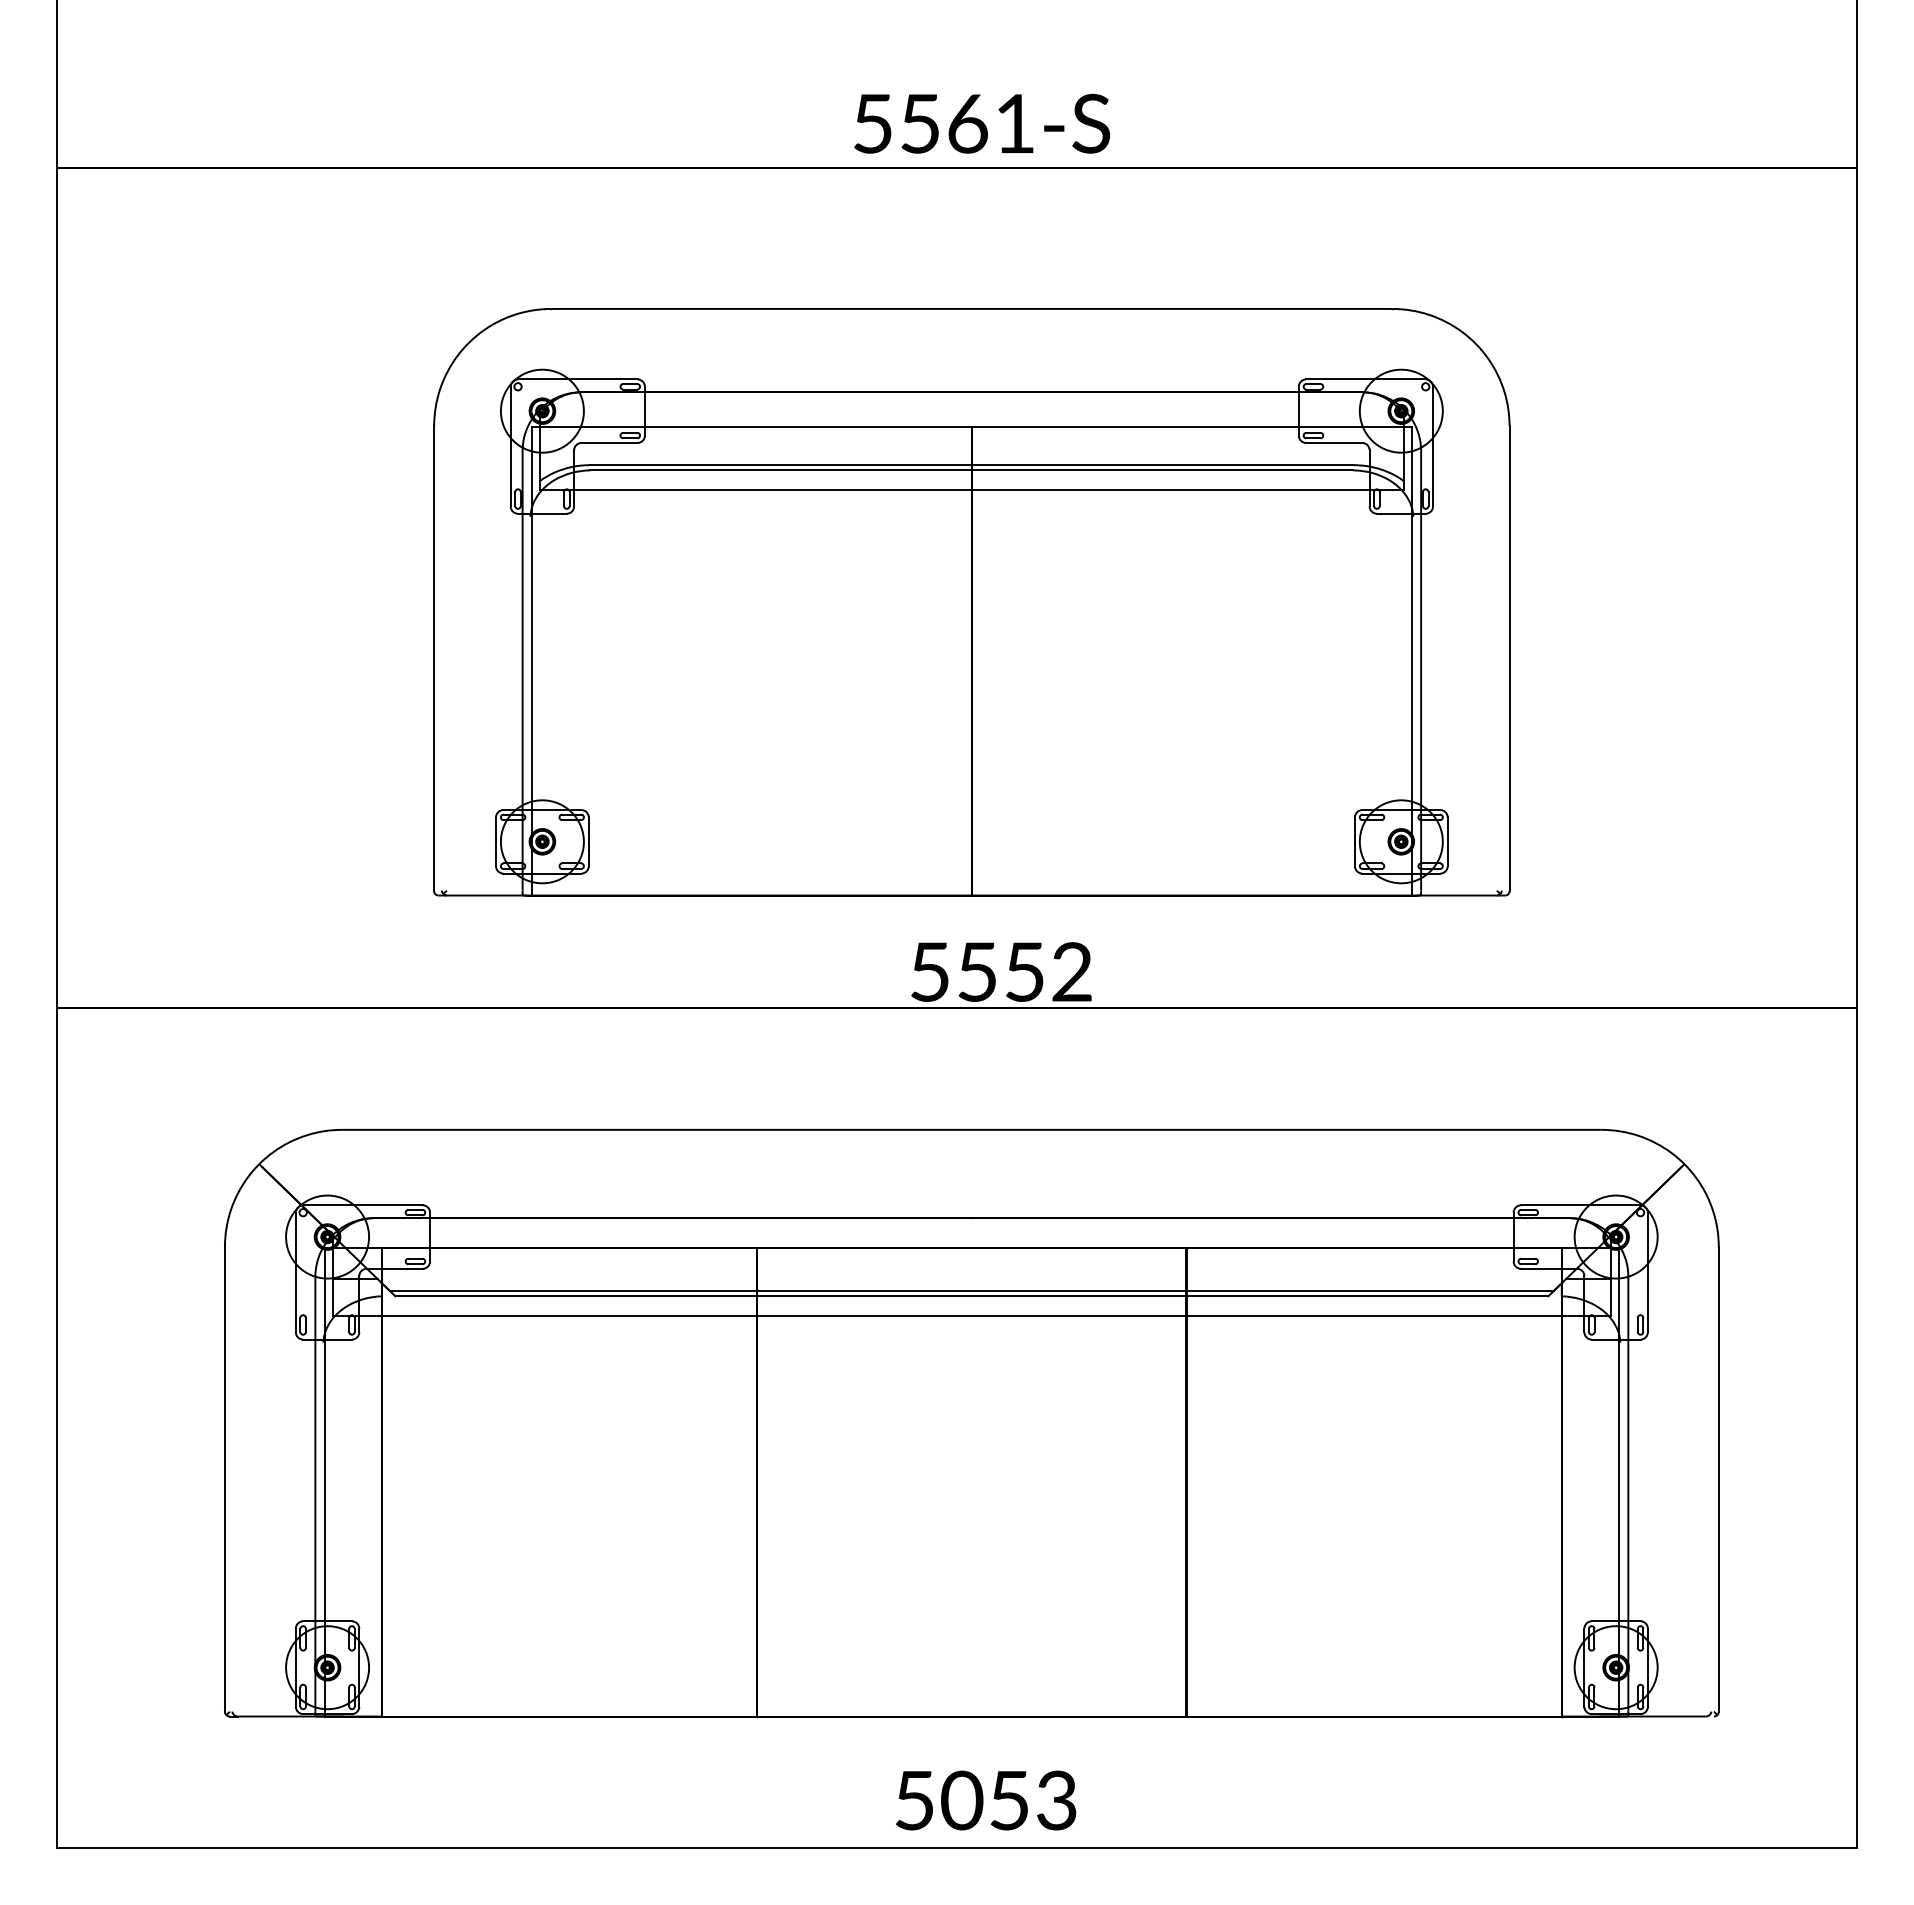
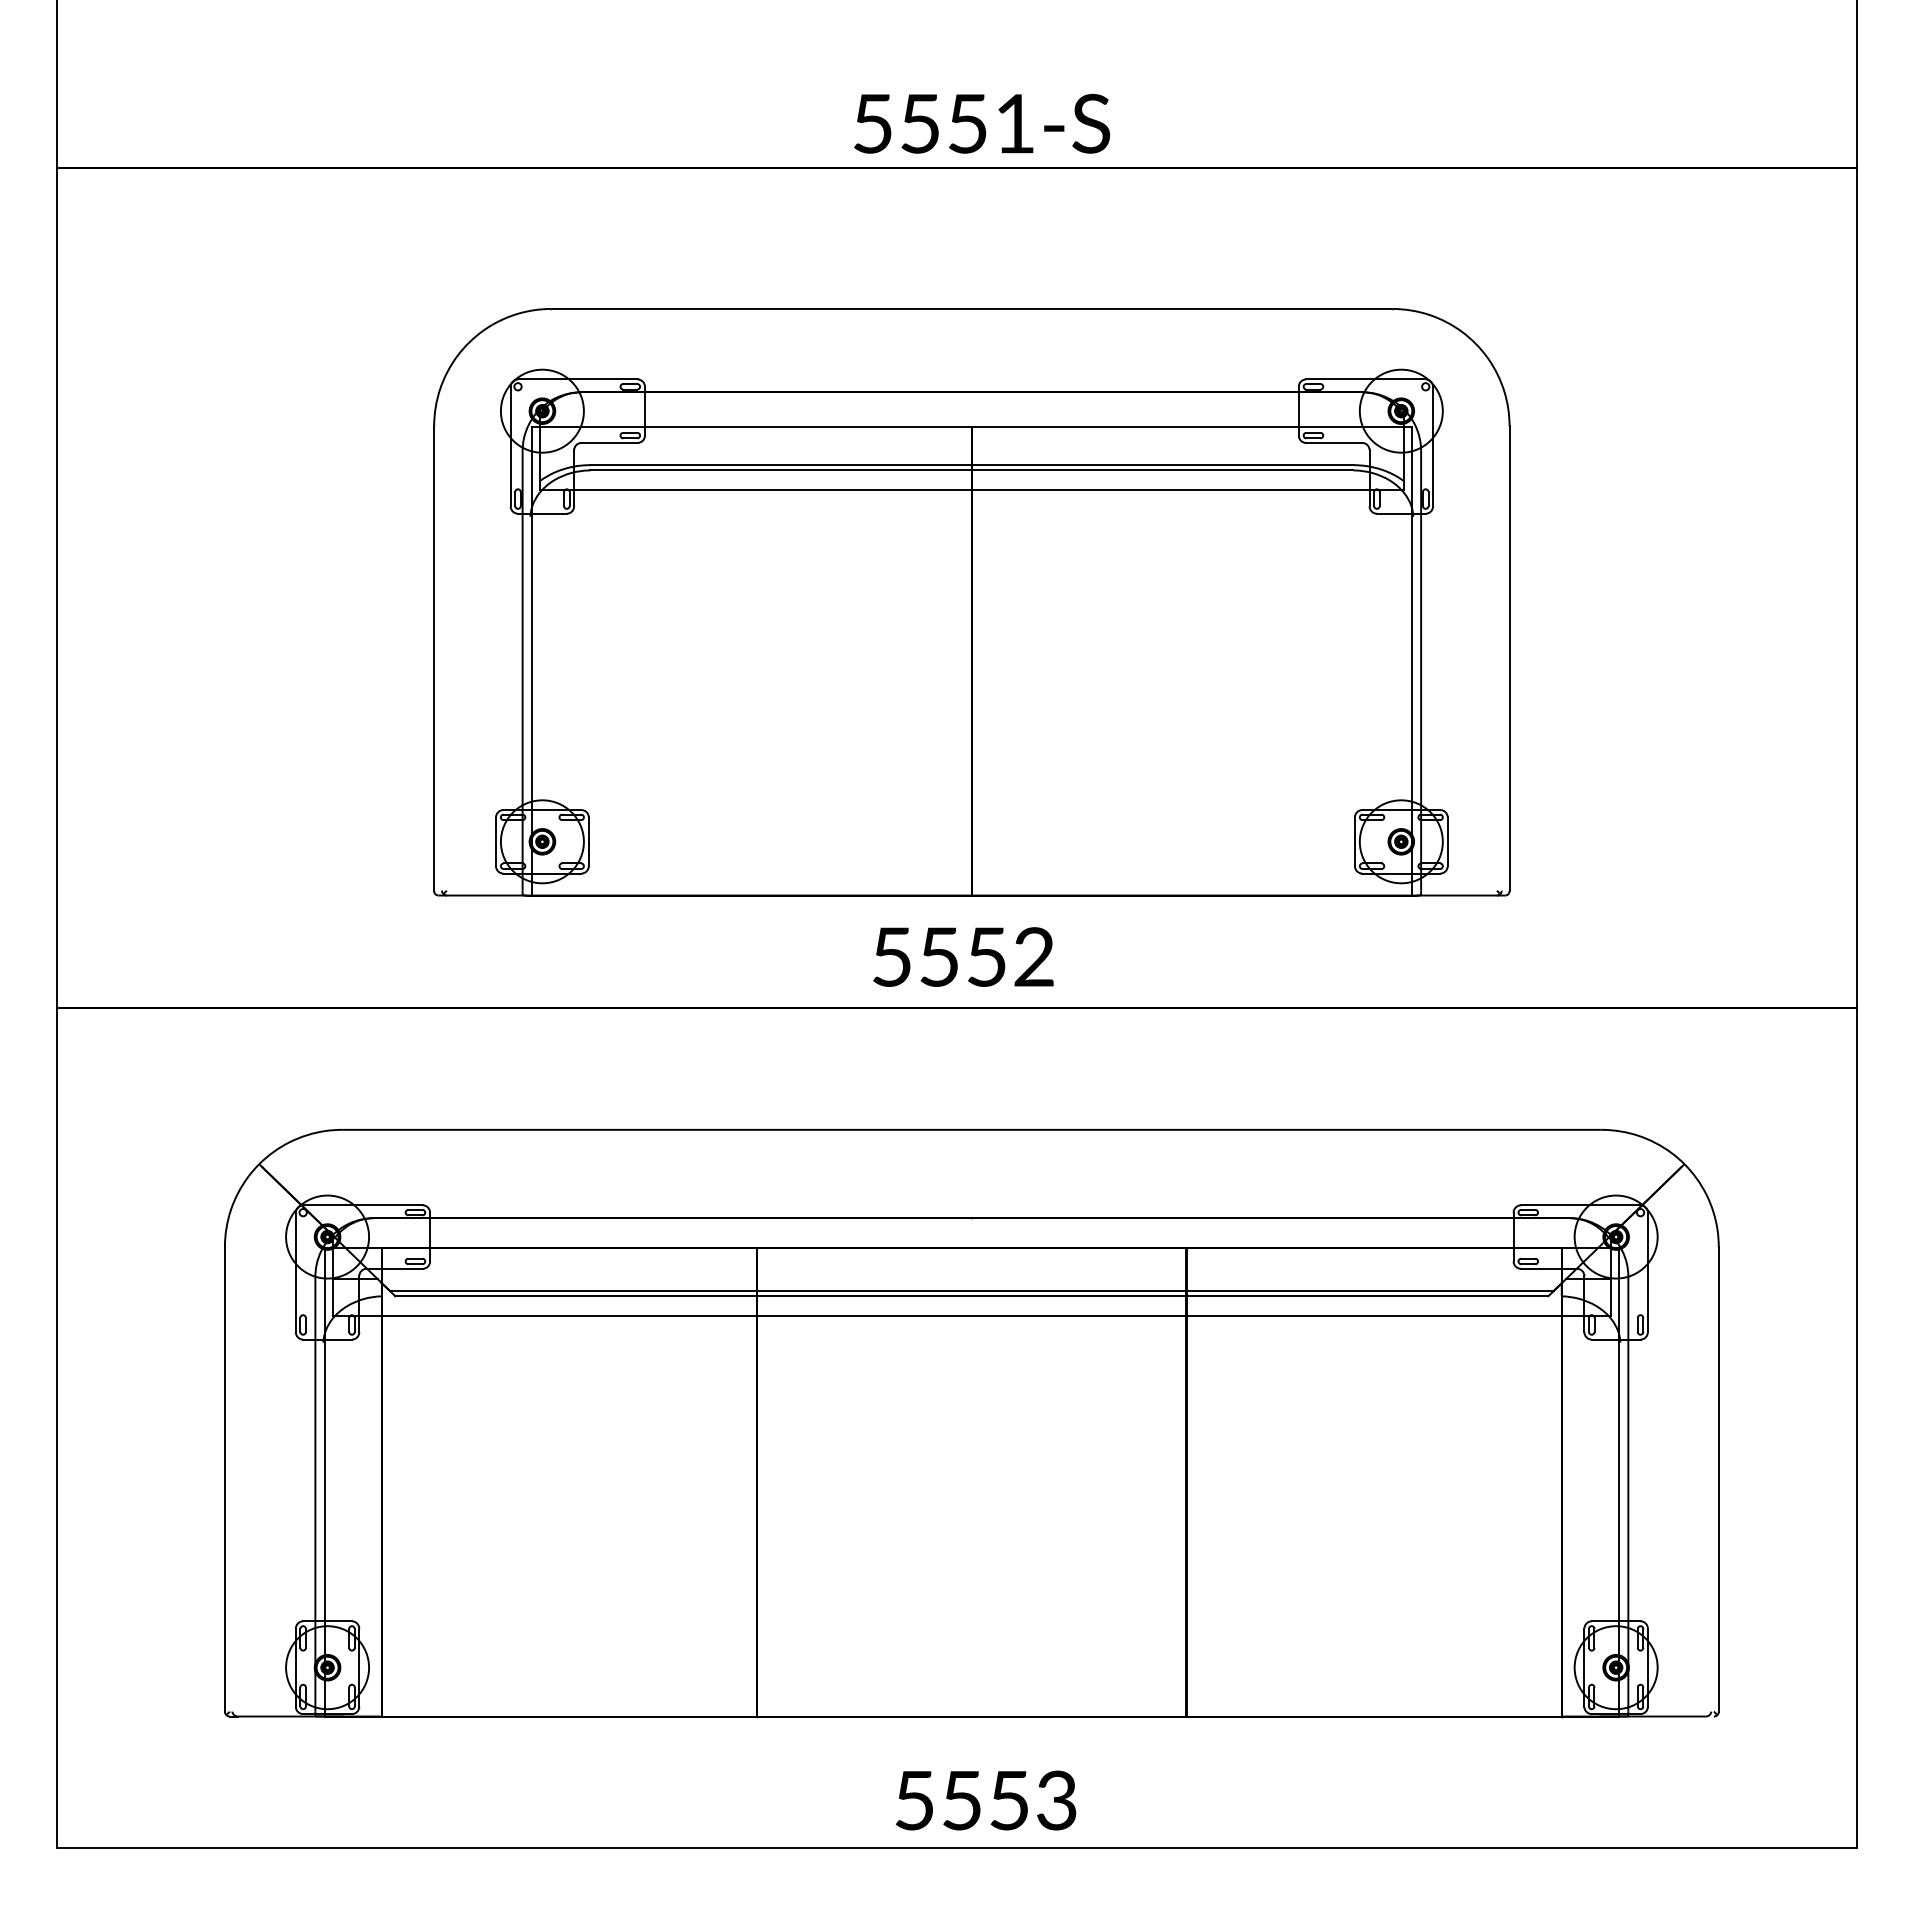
text at (967, 123): 5561-S -> 5551-S
text at (1001, 971) position: (1001, 971) -> (963, 956)
text at (962, 1800): 5053 -> 5553
